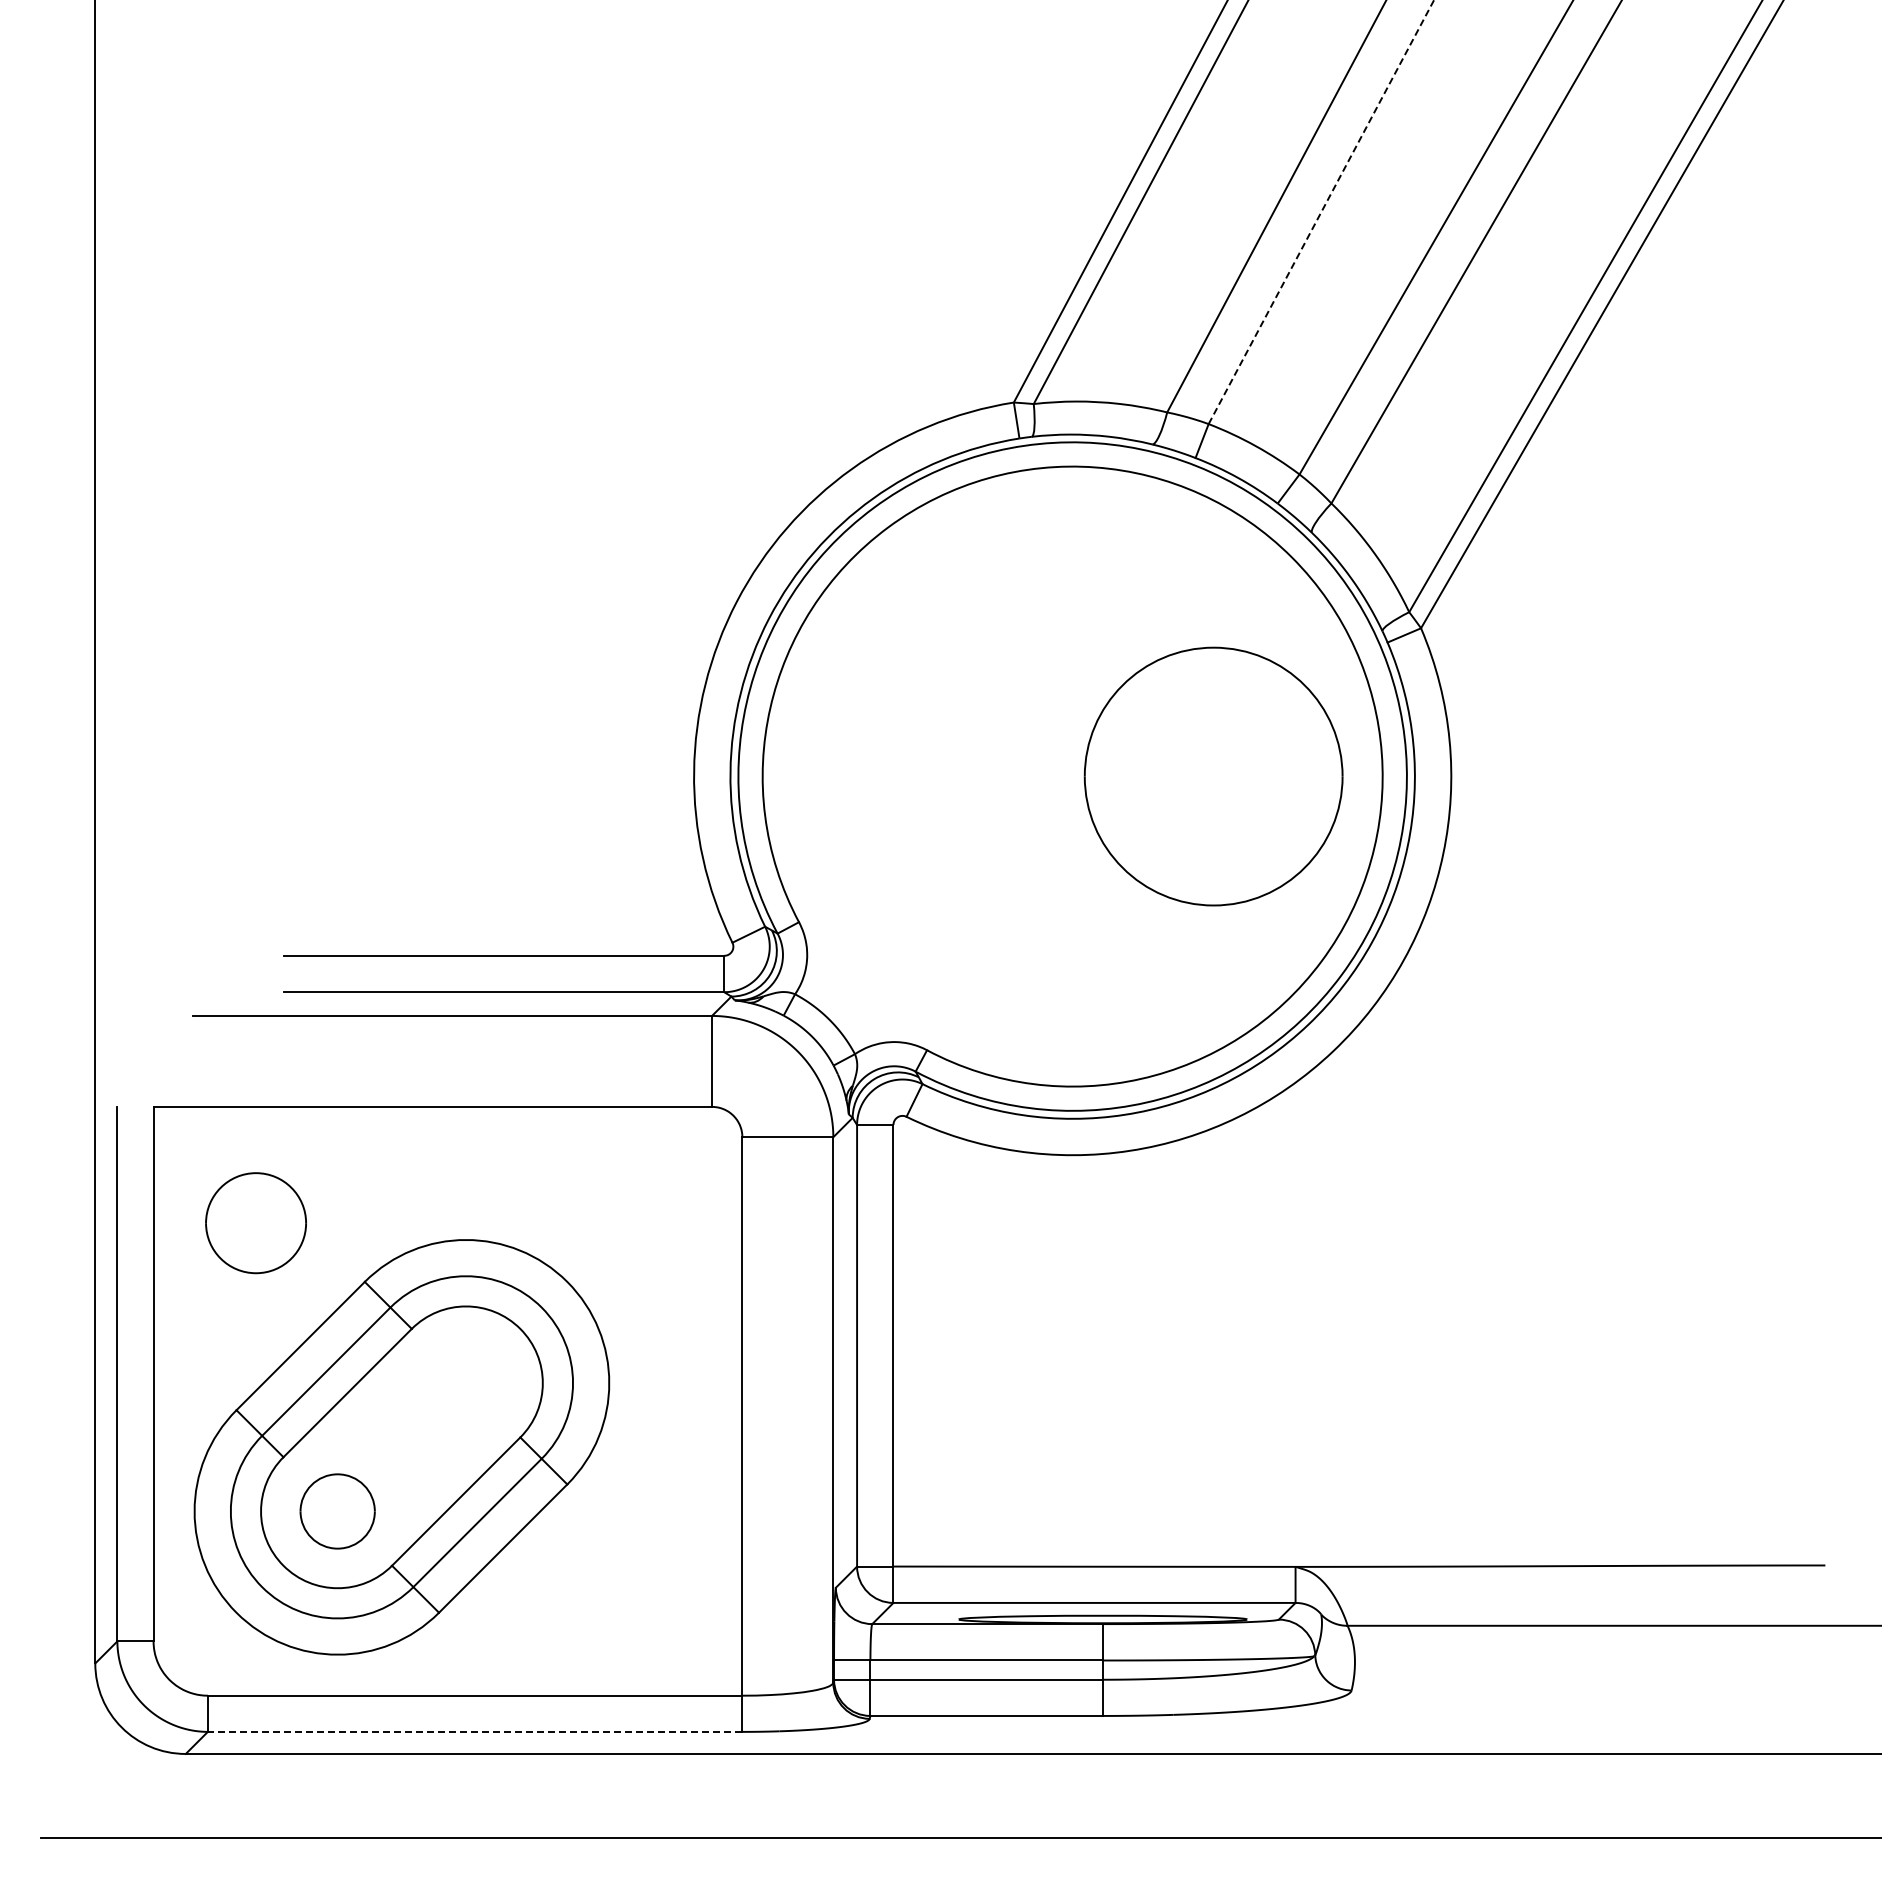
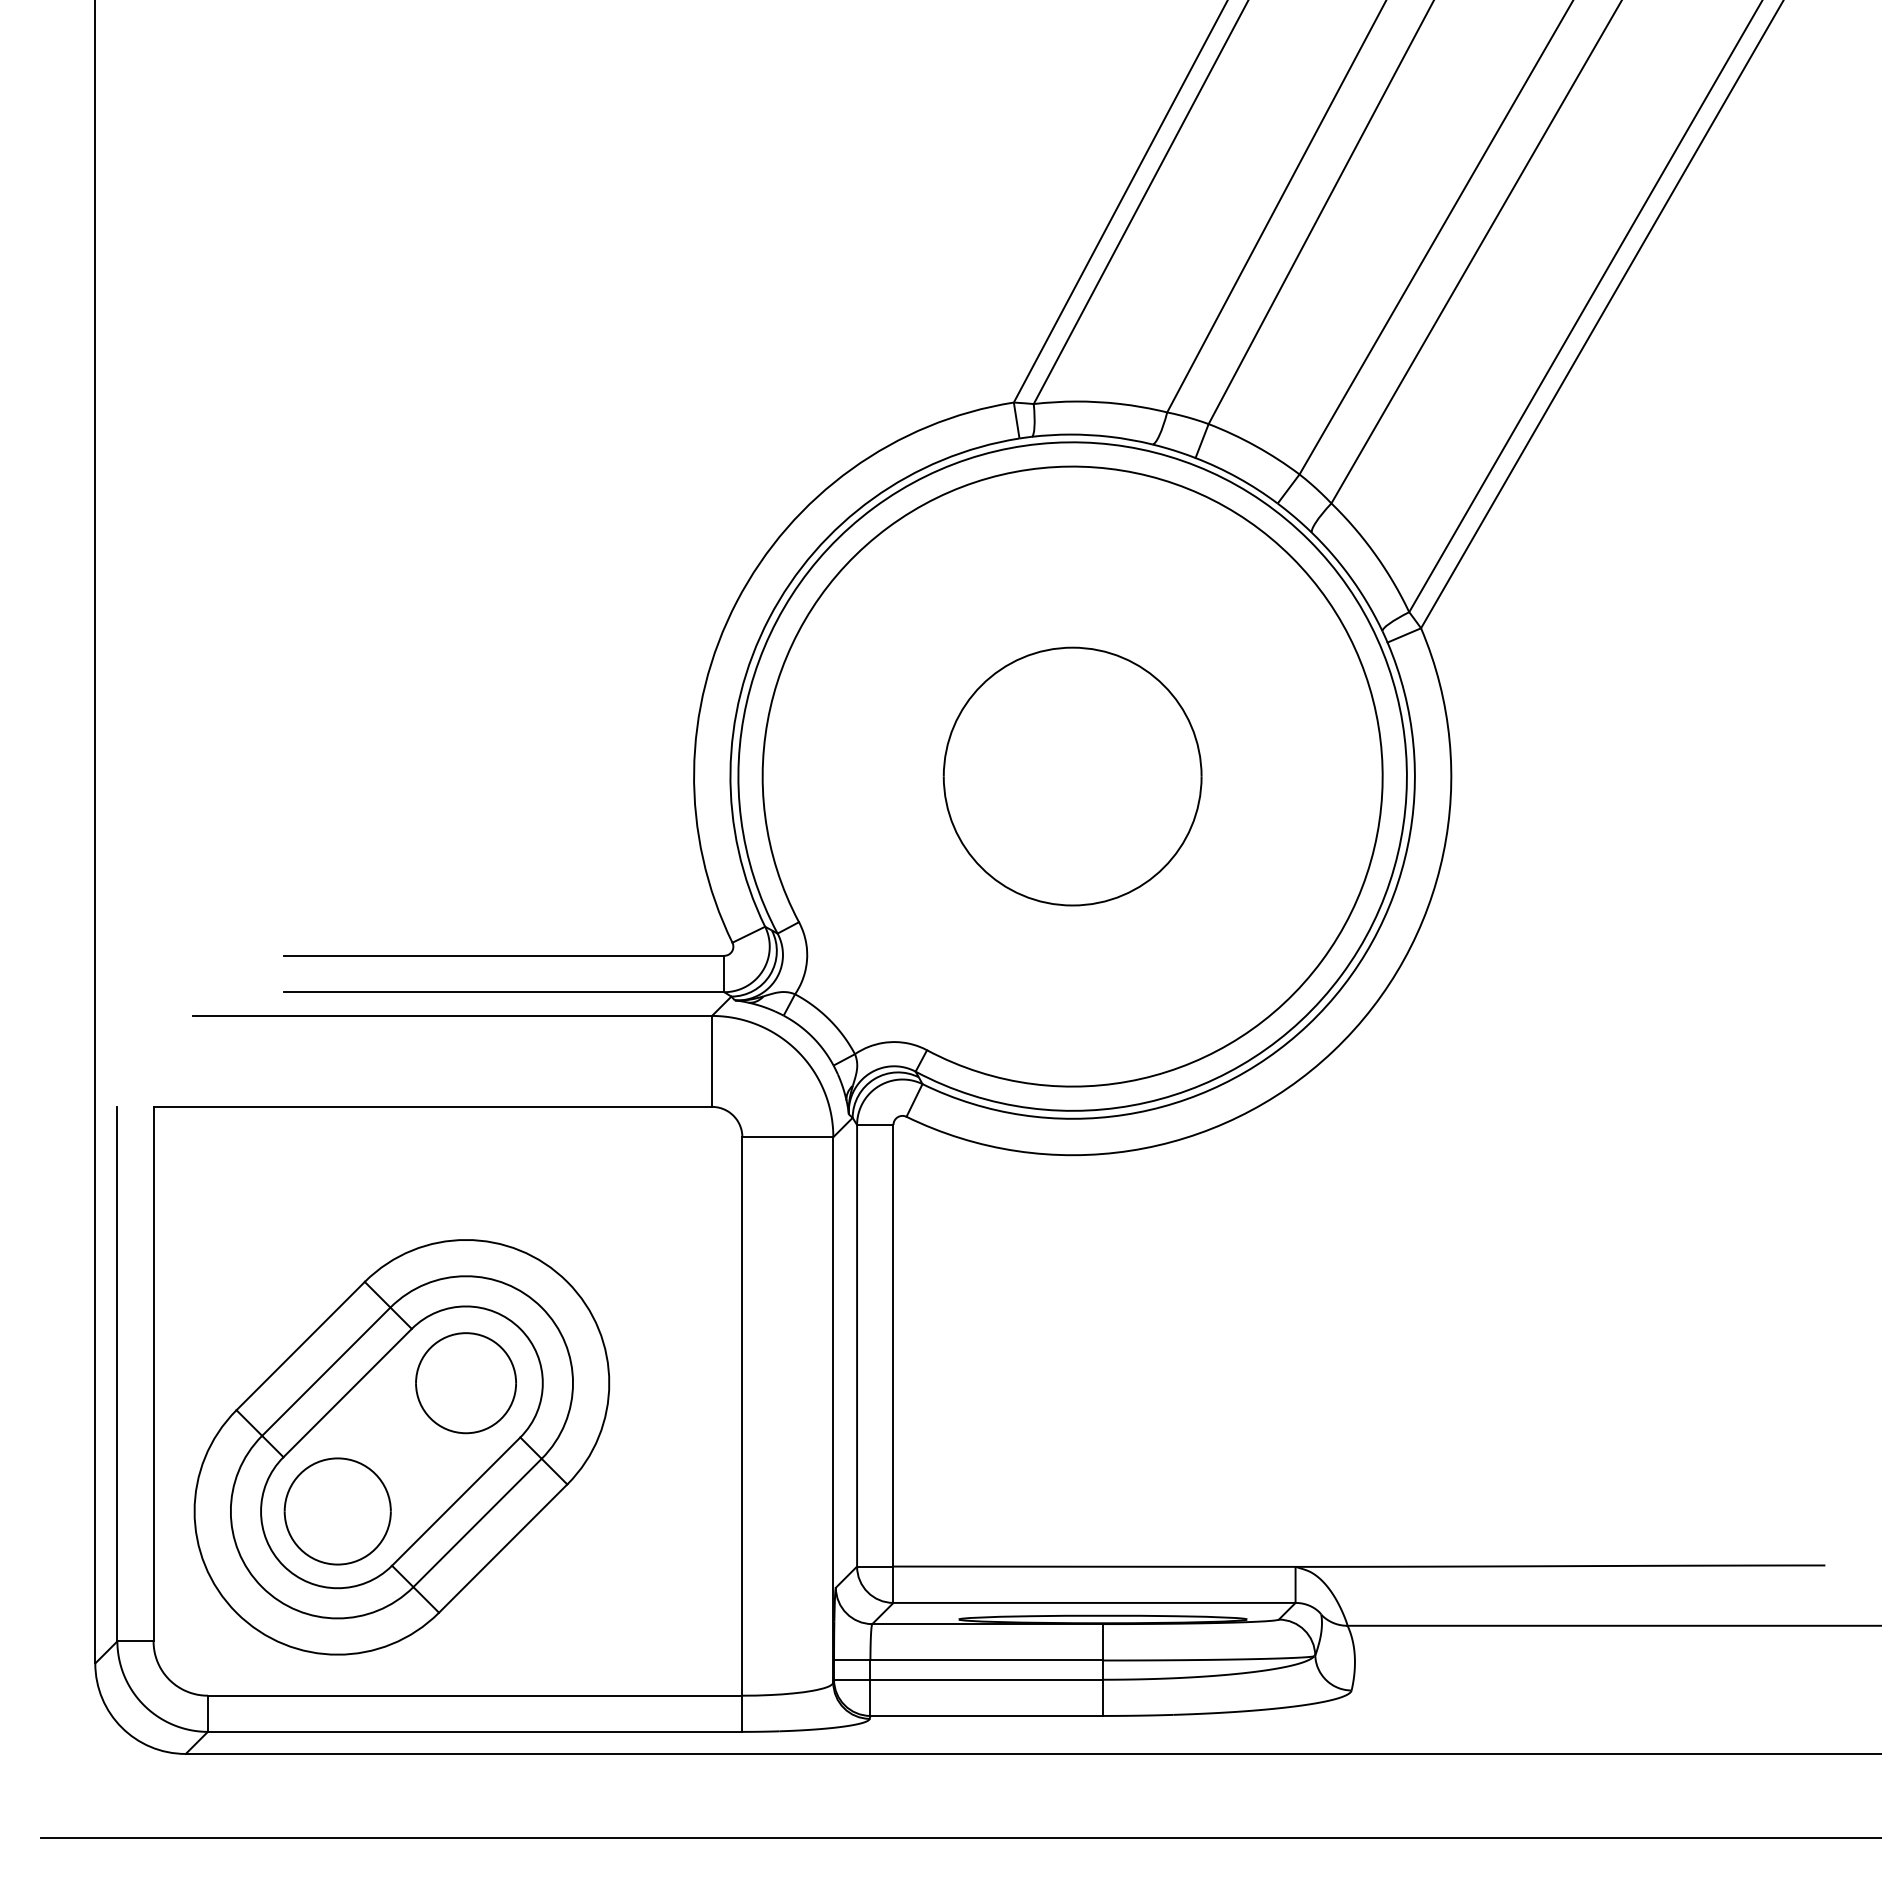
line at (1321, 212): dashed -> solid
part at (1213, 776) position: (1213, 776) -> (1072, 776)
part at (255, 1223) position: (255, 1223) -> (465, 1383)
part at (337, 1511) size: 77x77 px -> 109x109 px
line at (474, 1731): dashed -> solid
